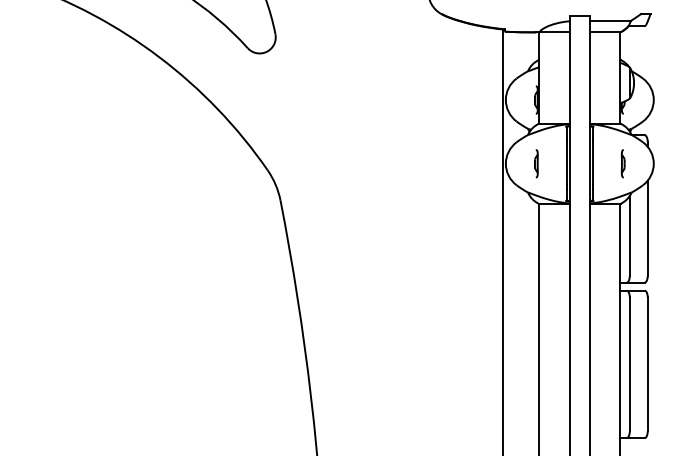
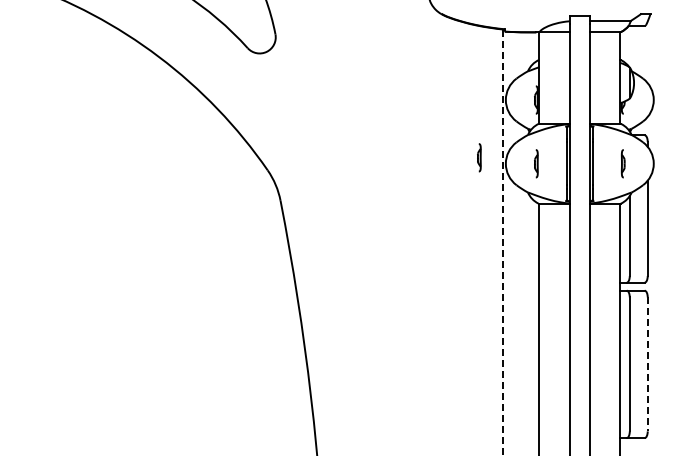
line at (479, 157): none -> present
line at (503, 242): solid -> dashed
line at (647, 364): solid -> dashed
